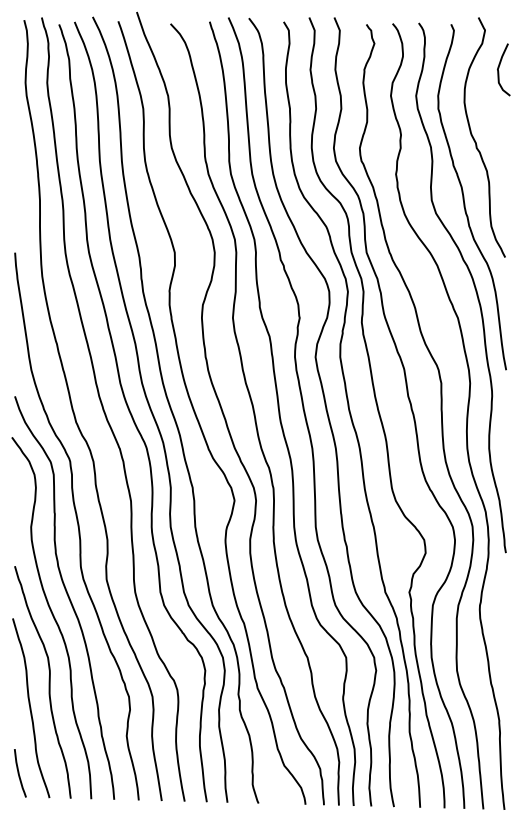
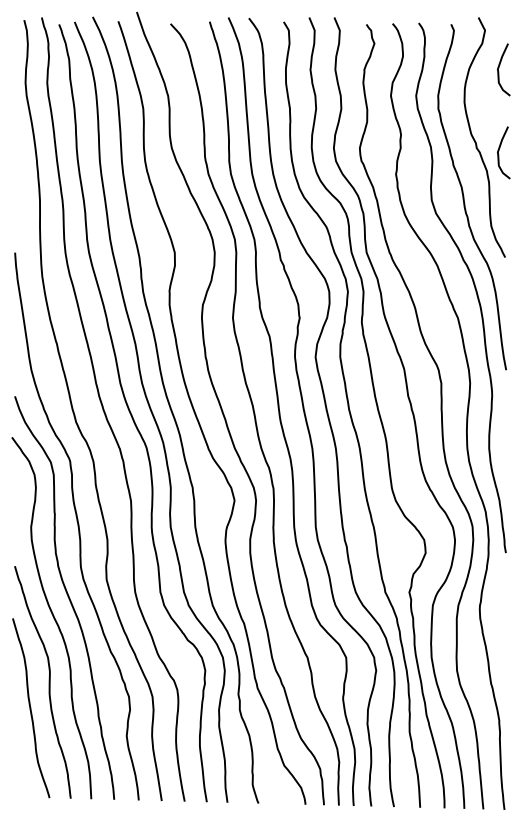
curve at (499, 151): none -> present
curve at (19, 773): present -> none
